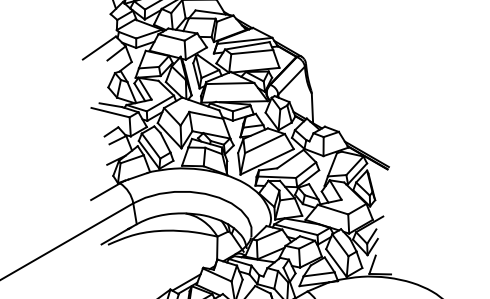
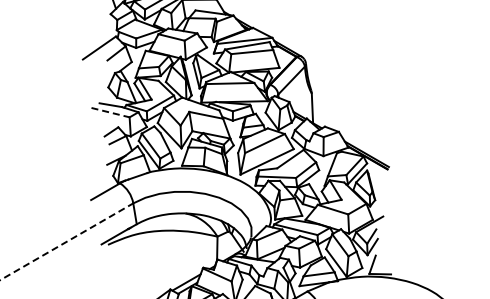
line at (110, 112): solid -> dashed
line at (67, 241): solid -> dashed
